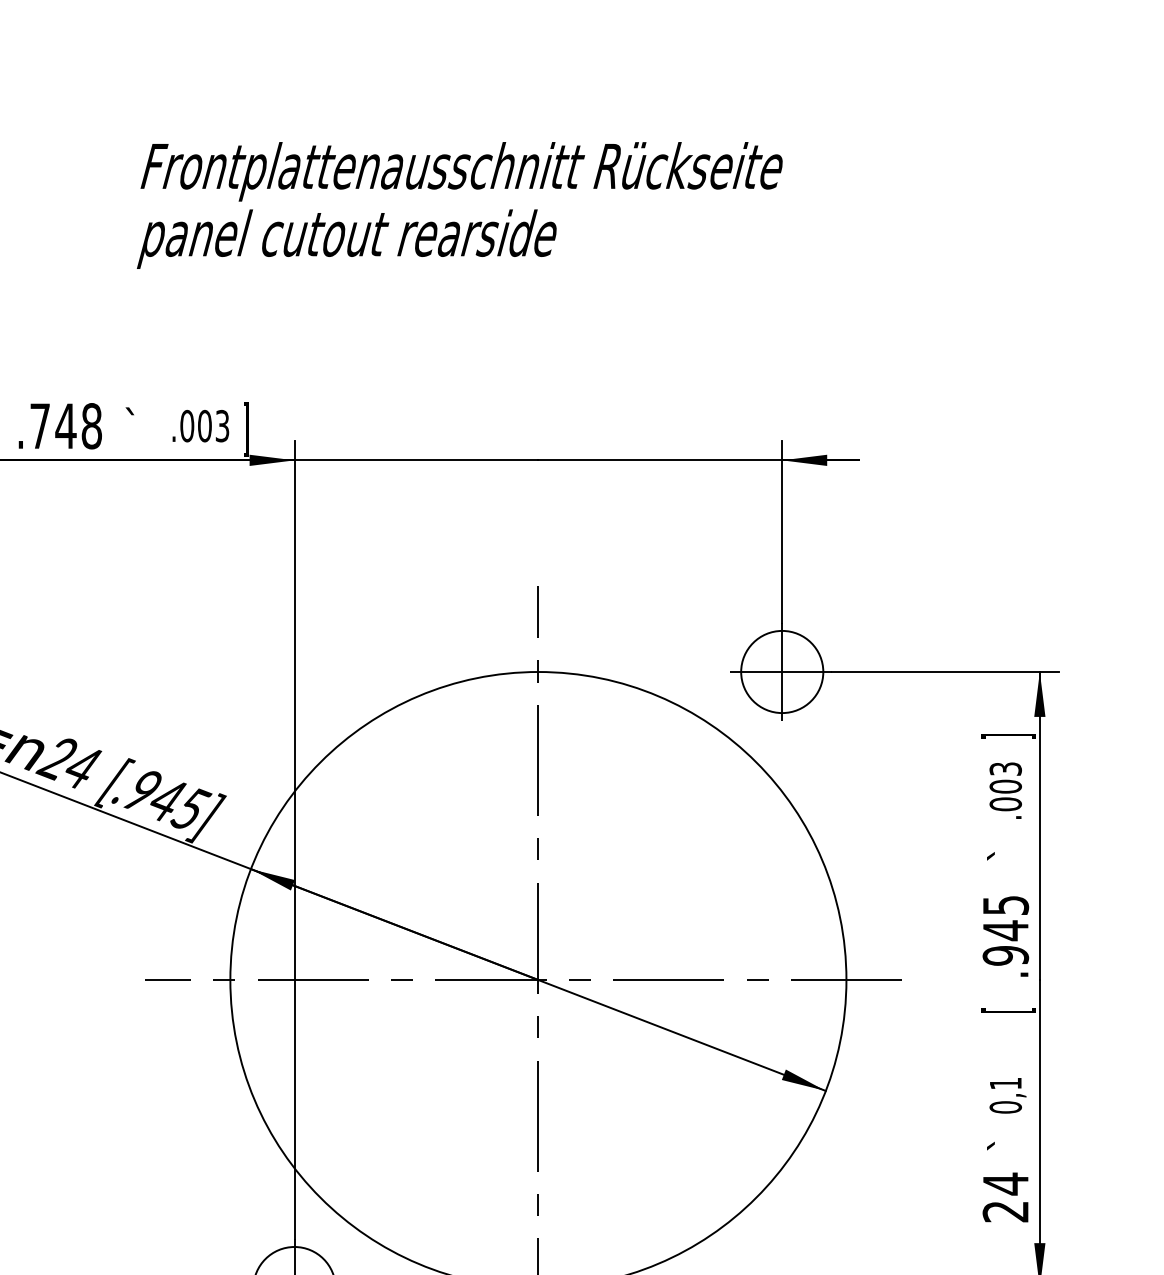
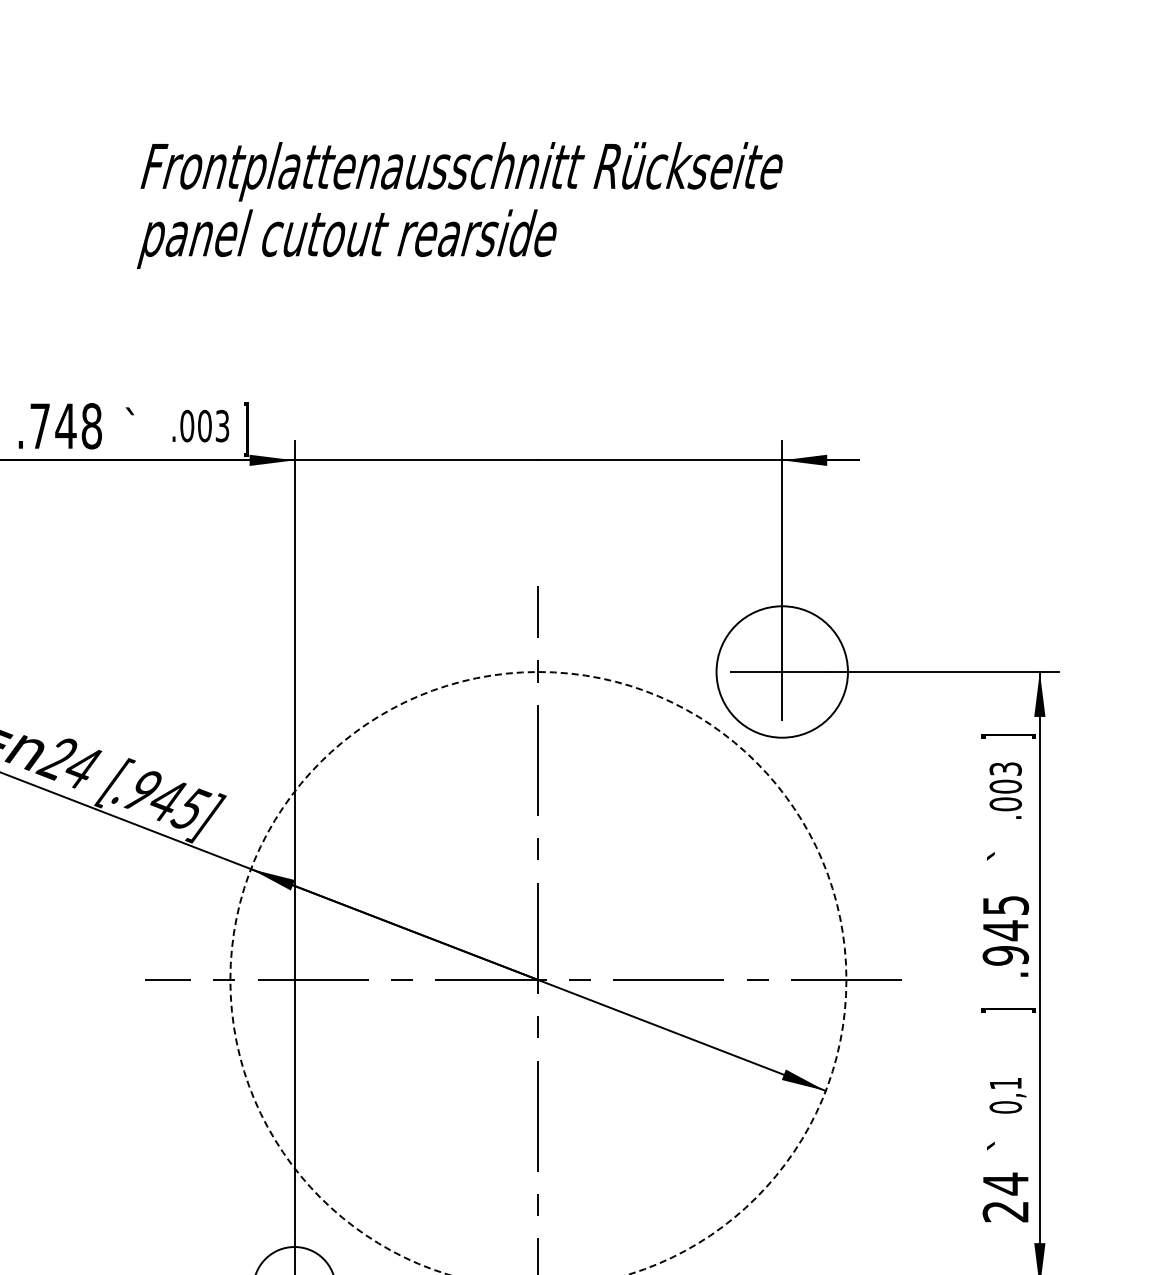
circle at (782, 671) diameter: 82 px -> 131 px
circle at (538, 973): solid -> dashed
text at (1008, 1010): [ -> ]
